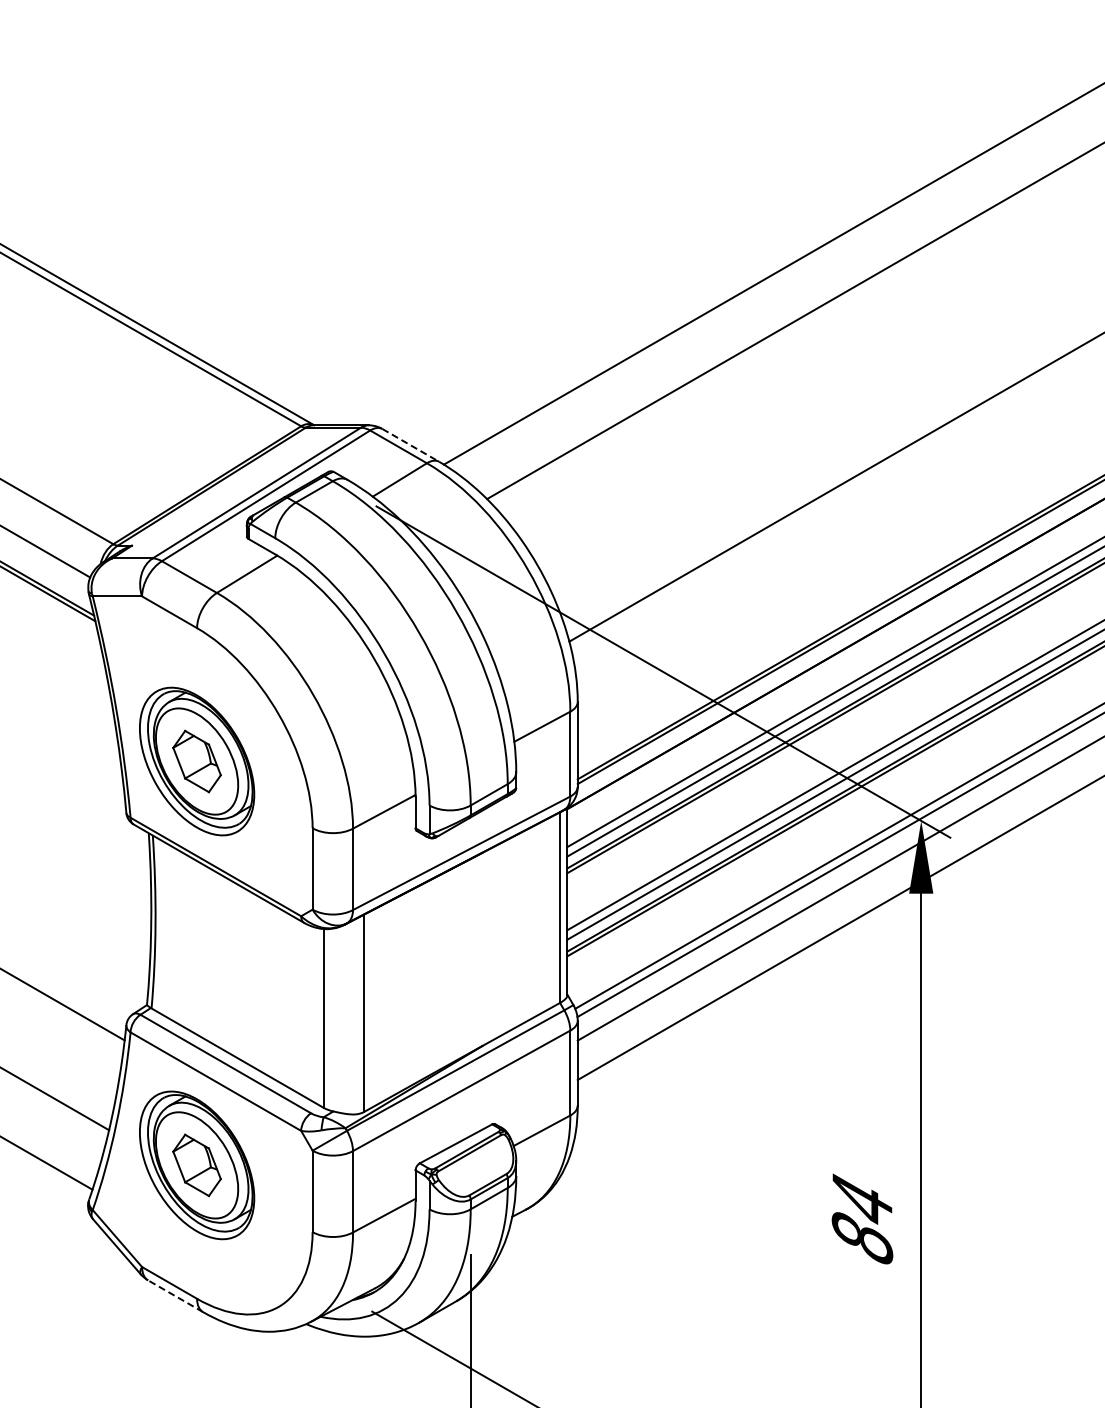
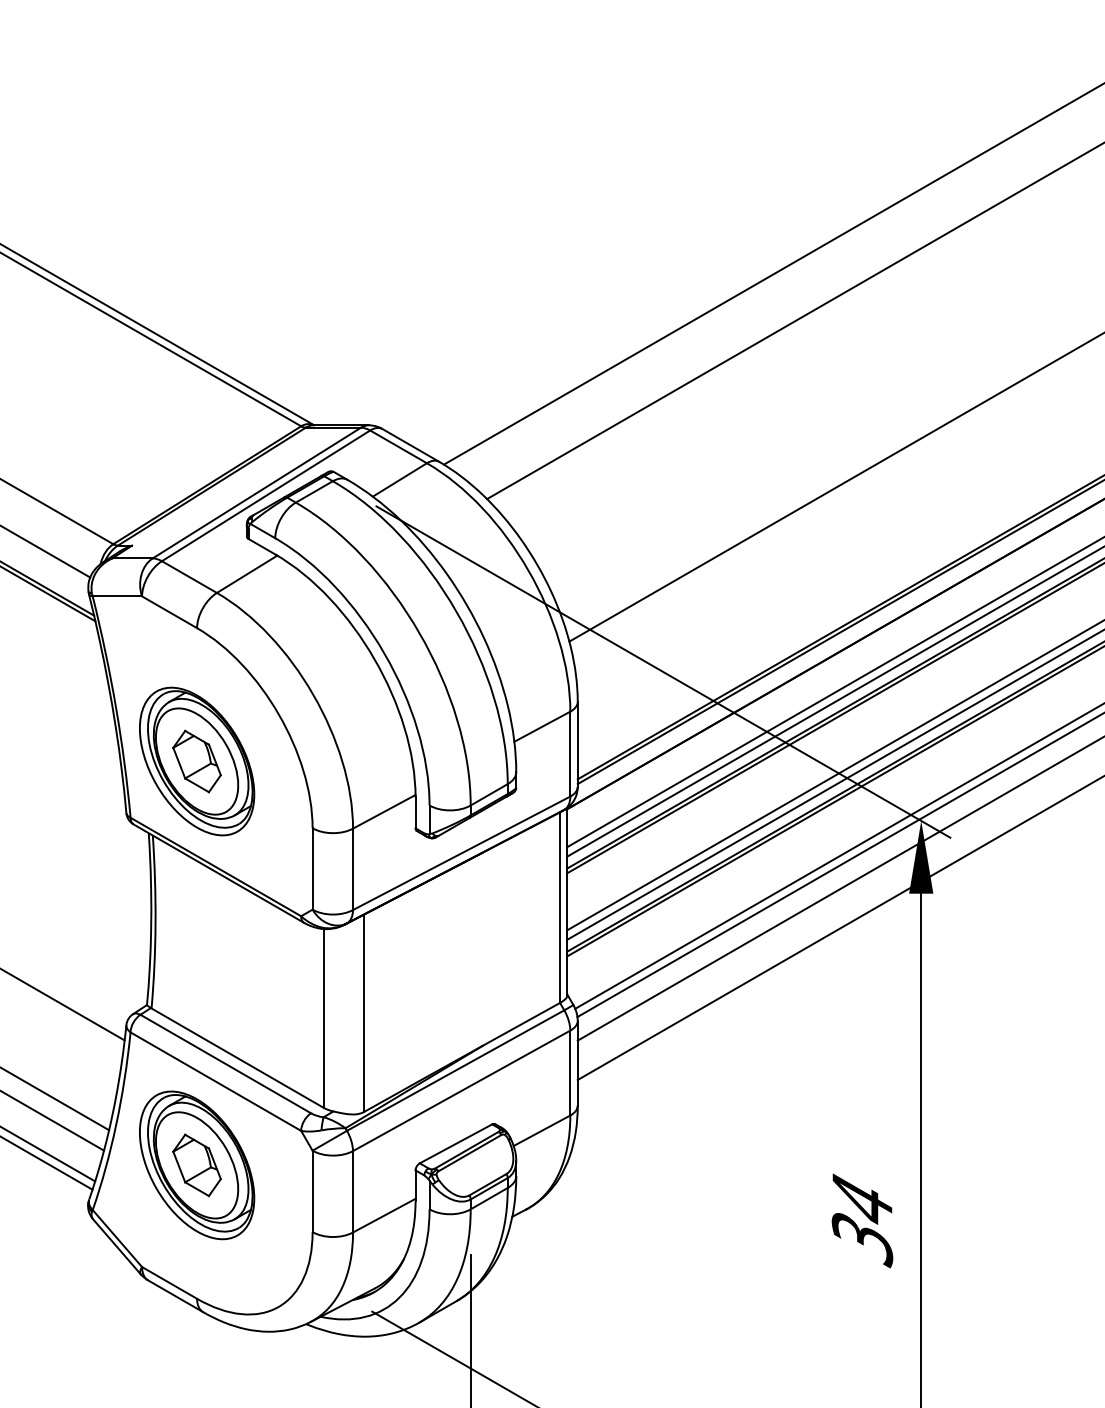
line at (410, 445): dashed -> solid
line at (53, 1121): none -> present
line at (48, 1154): none -> present
text at (862, 1240): 84 -> 34
line at (175, 1296): dashed -> solid
